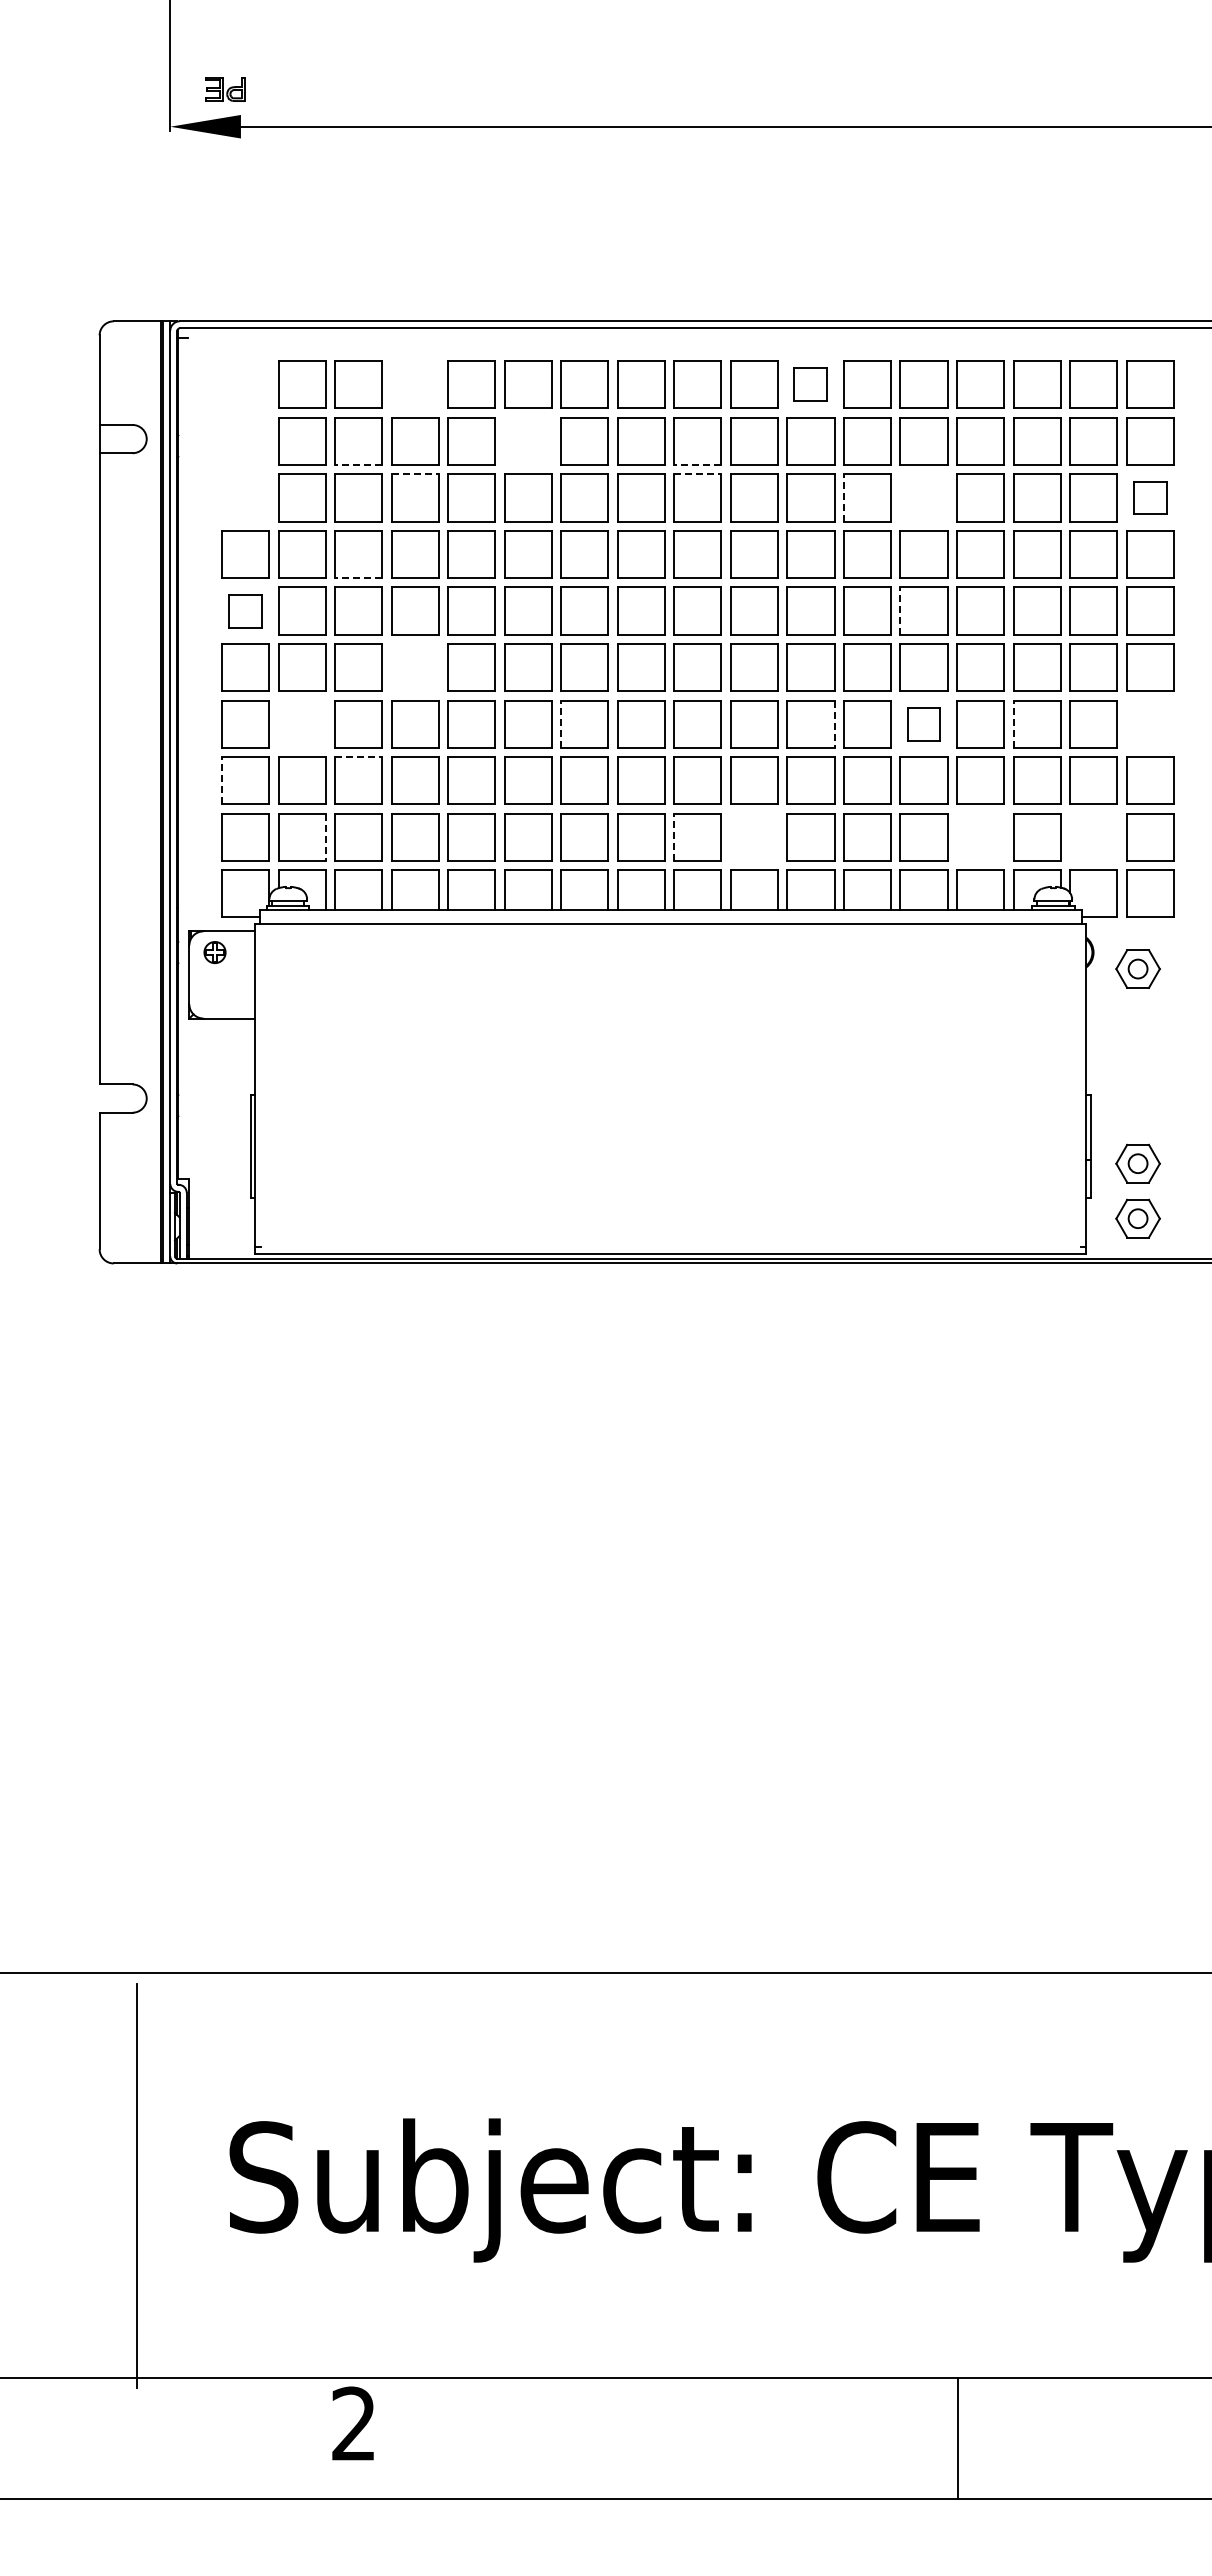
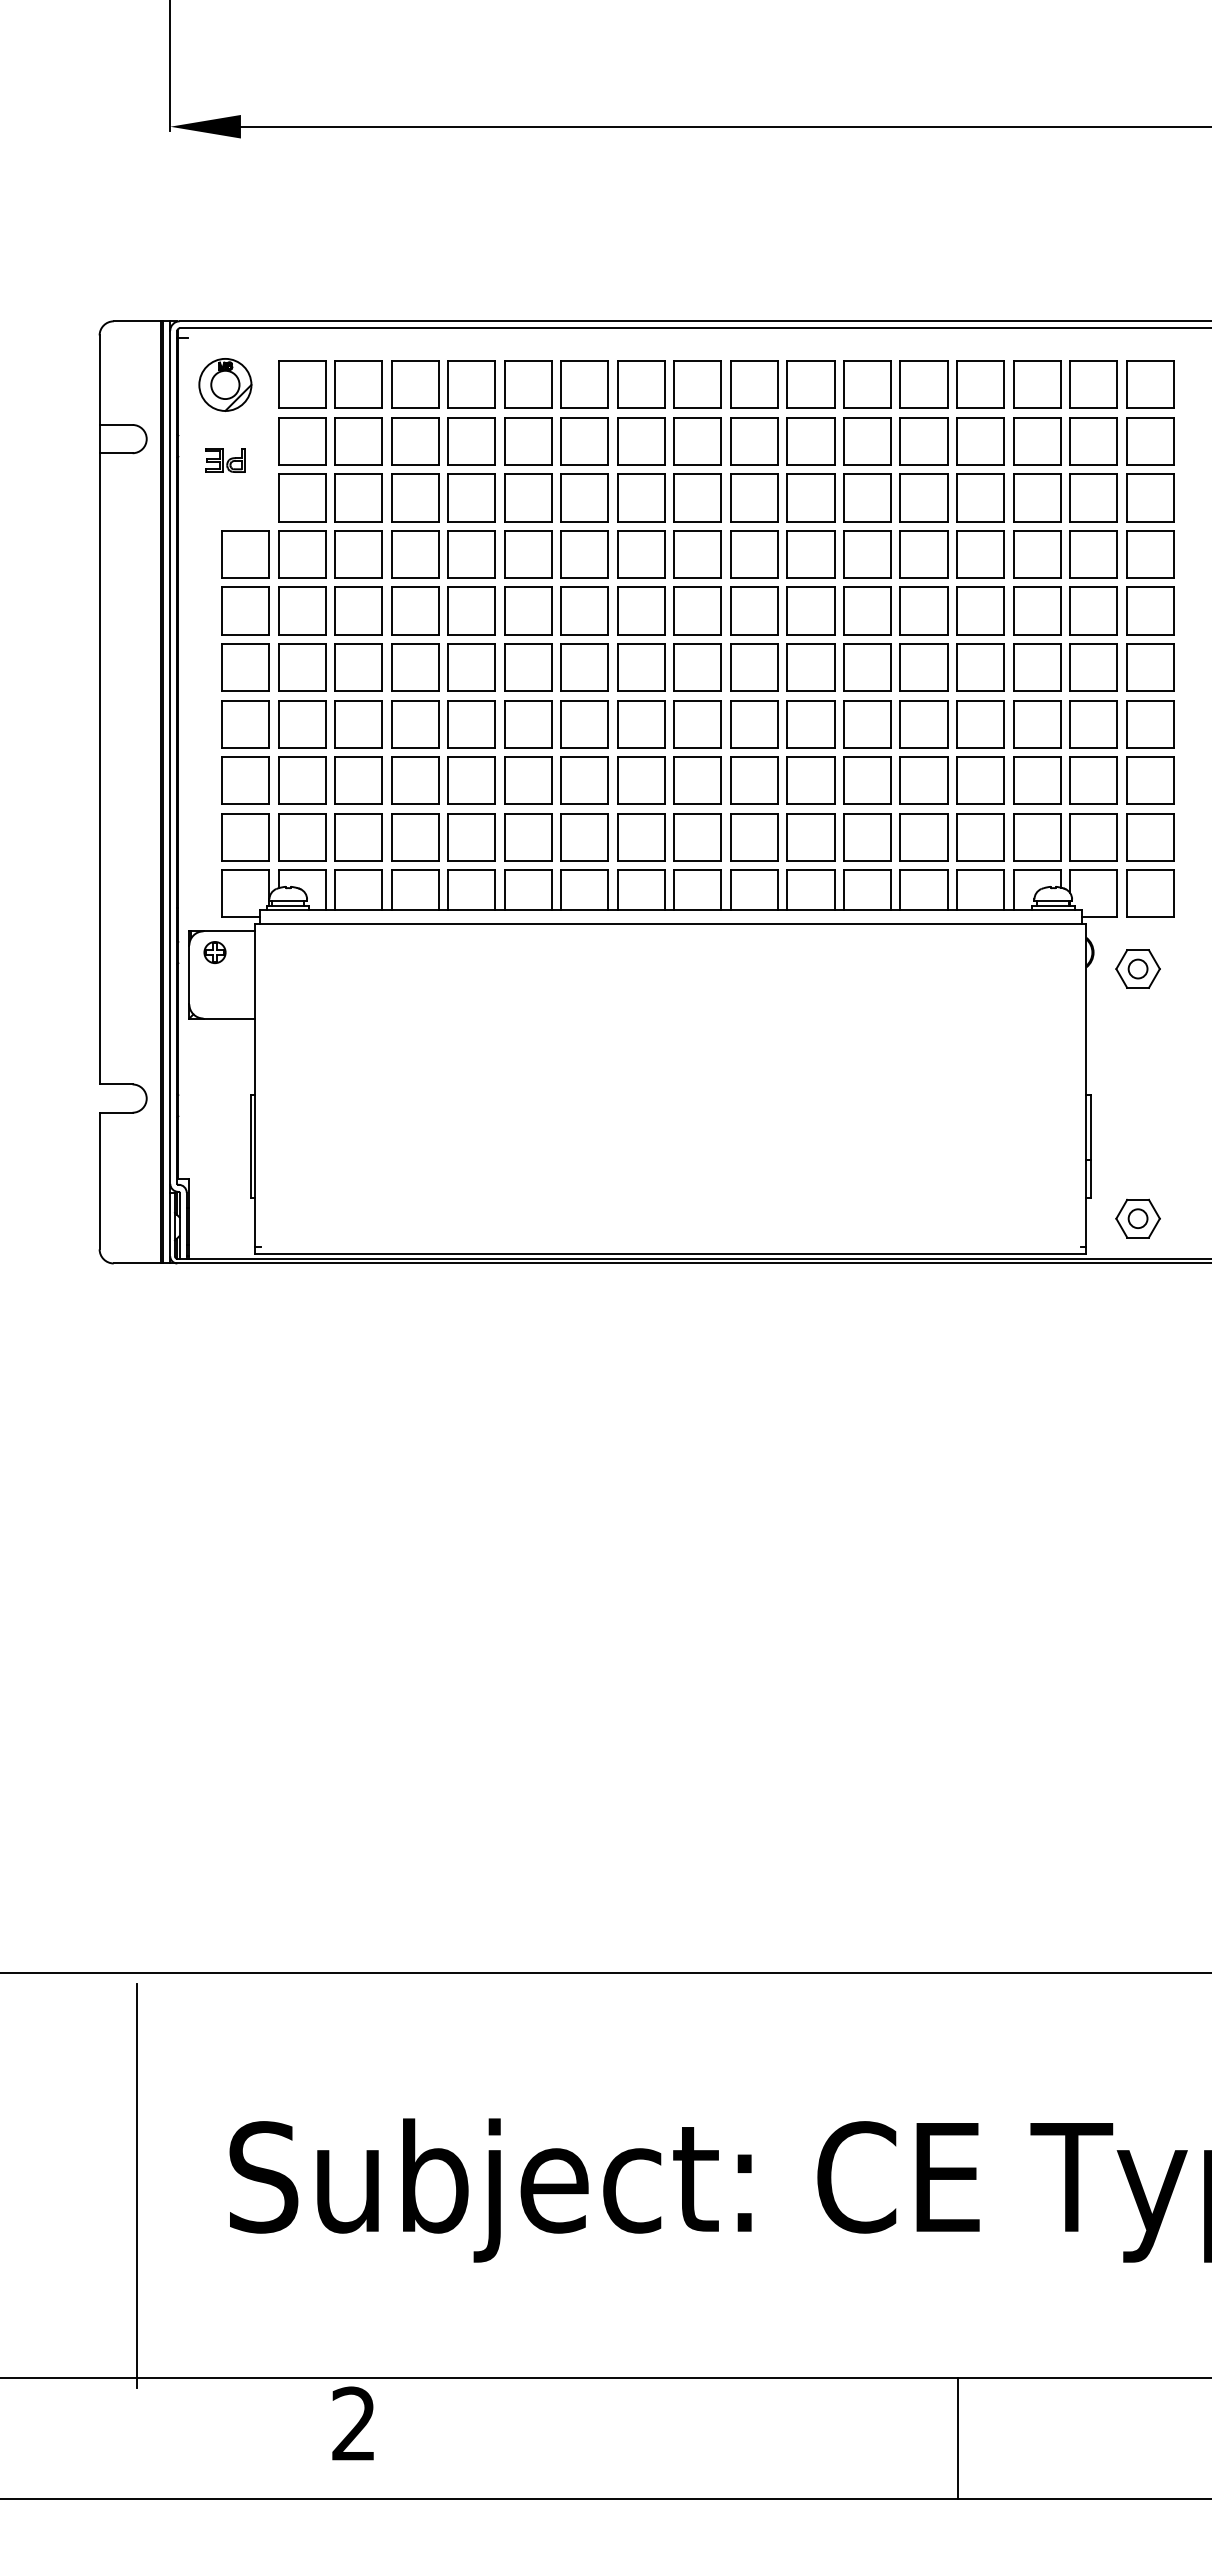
part at (225, 89) position: (225, 89) -> (225, 460)
part at (225, 384): none -> present
part at (415, 384): none -> present
part at (810, 384) size: 35x35 px -> 50x49 px
part at (528, 441): none -> present
line at (358, 465): dashed -> solid
line at (697, 465): dashed -> solid
line at (415, 474): dashed -> solid
line at (697, 474): dashed -> solid
line at (843, 497): dashed -> solid
part at (923, 497): none -> present
part at (1150, 497) size: 35x34 px -> 49x50 px
line at (358, 578): dashed -> solid
part at (245, 611) size: 35x35 px -> 49x50 px
line at (900, 611): dashed -> solid
part at (415, 667): none -> present
part at (302, 724): none -> present
line at (561, 724): dashed -> solid
line at (834, 724): dashed -> solid
part at (923, 724) size: 34x35 px -> 50x49 px
line at (1013, 724): dashed -> solid
part at (1150, 724): none -> present
line at (358, 757): dashed -> solid
line at (222, 780): dashed -> solid
line at (325, 837): dashed -> solid
line at (674, 837): dashed -> solid
part at (754, 837): none -> present
part at (980, 837): none -> present
part at (1093, 837): none -> present
part at (1137, 1163): present -> none
